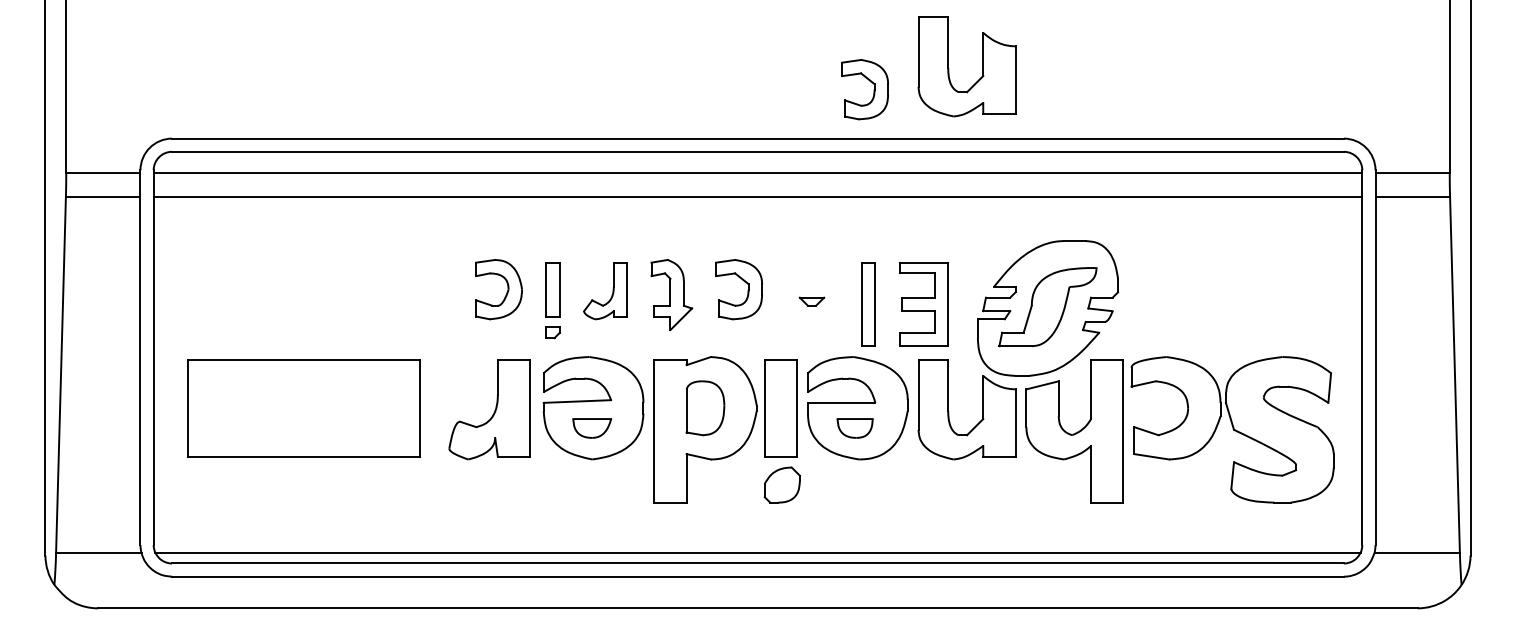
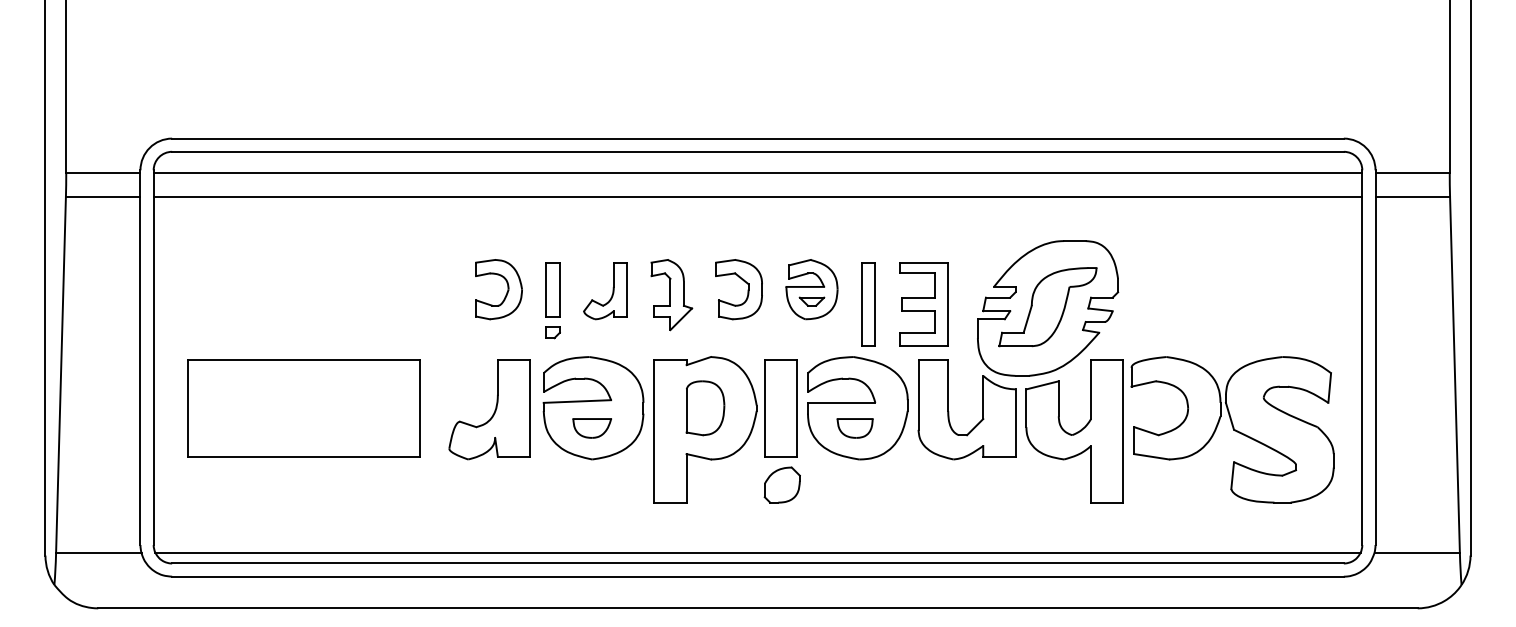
part at (982, 66): present -> none
part at (873, 89): present -> none
part at (811, 289): none -> present
